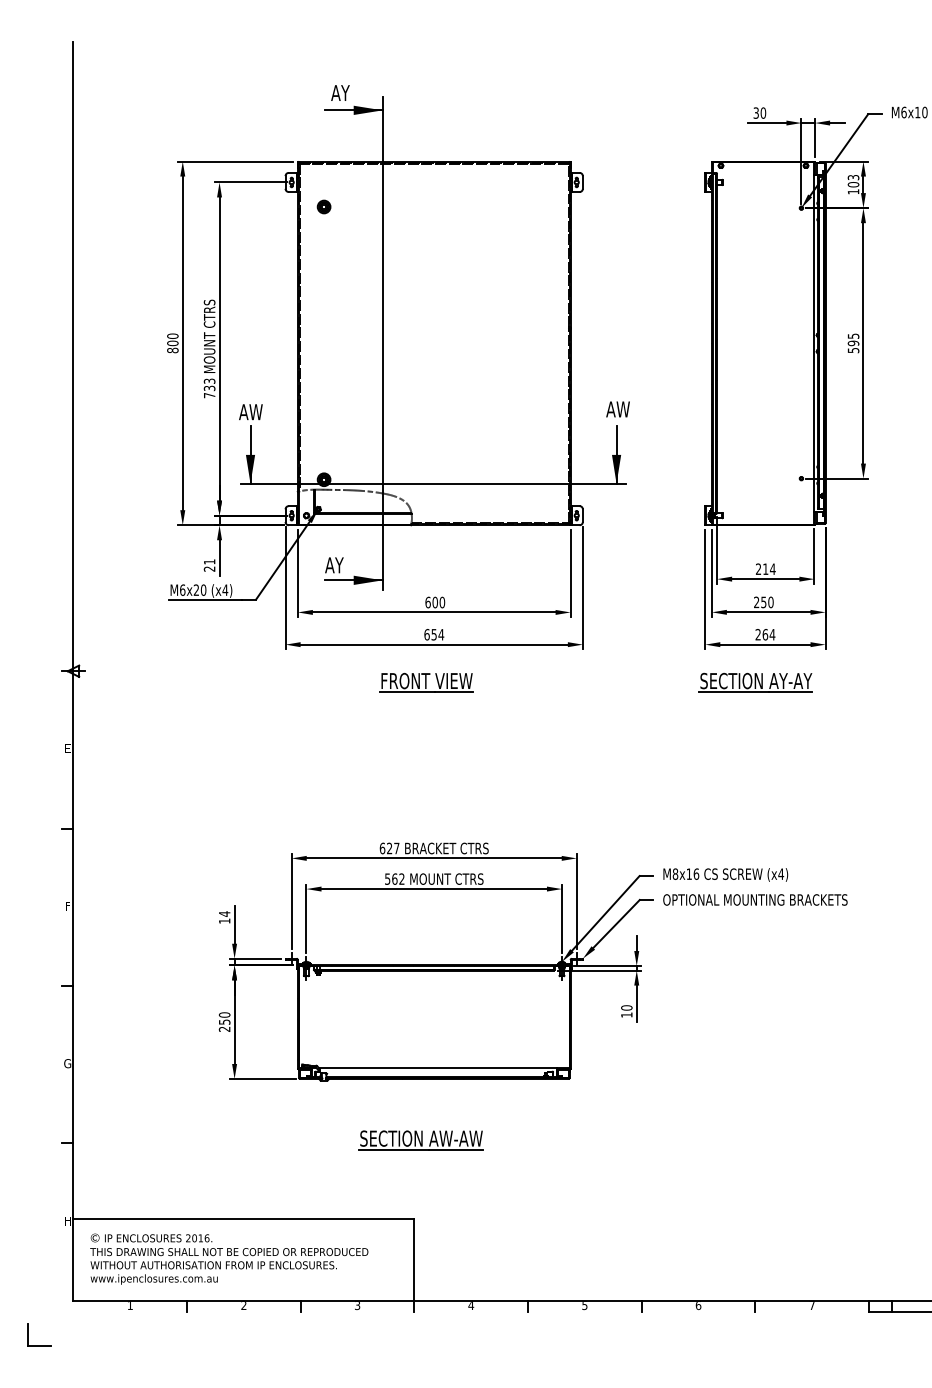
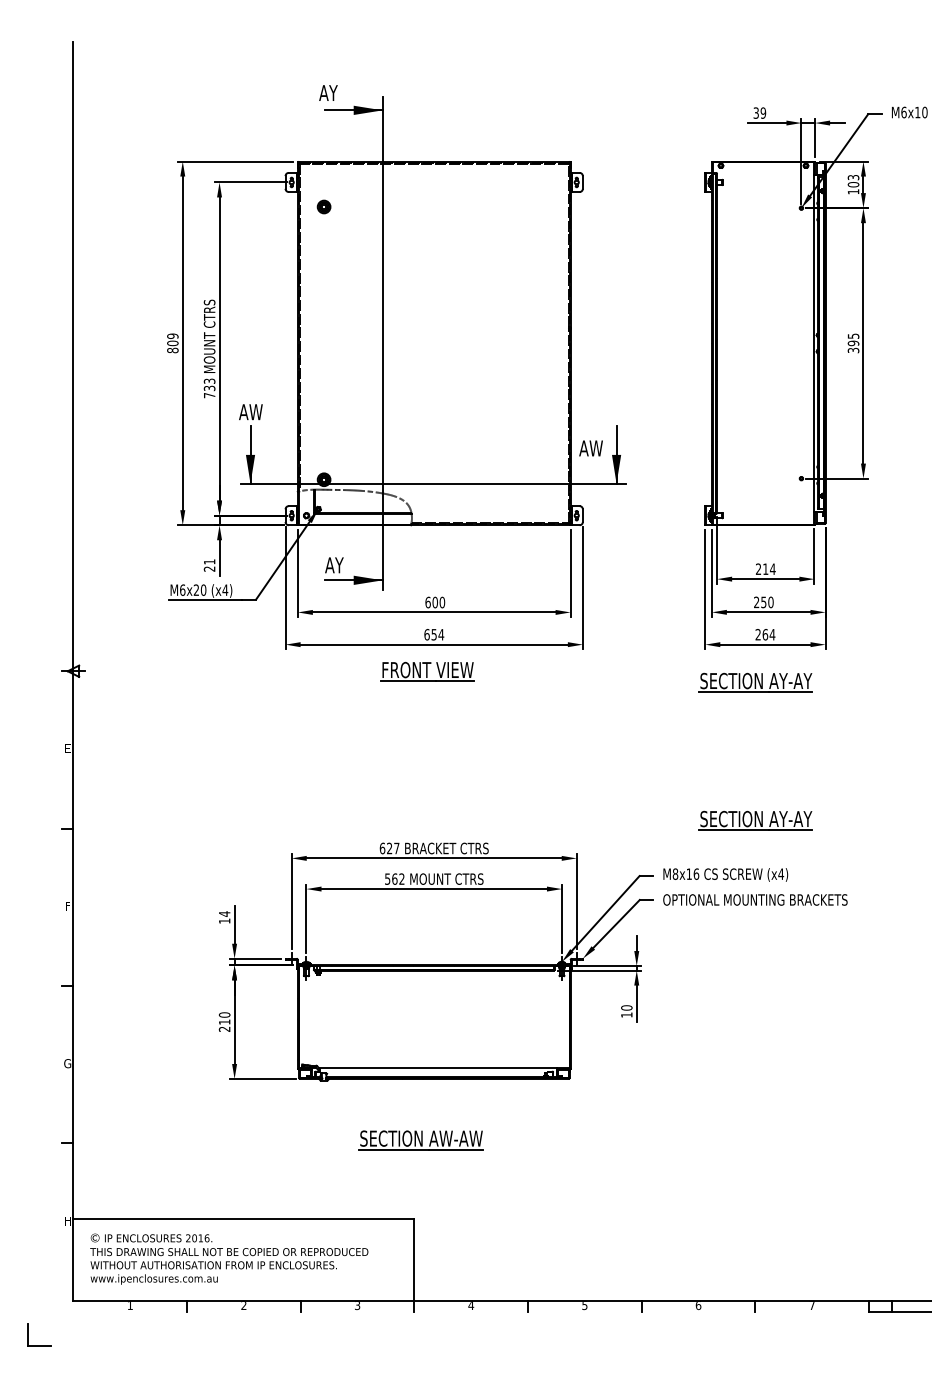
text at (340, 92) position: (340, 92) -> (328, 92)
text at (762, 112): 30 -> 39
text at (172, 335): 800 -> 809
text at (852, 350): 595 -> 395
text at (617, 409) position: (617, 409) -> (590, 448)
part at (426, 682) position: (426, 682) -> (427, 671)
part at (755, 820): none -> present
text at (224, 1021): 250 -> 210
